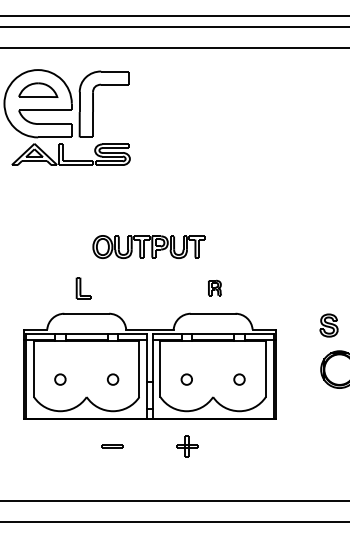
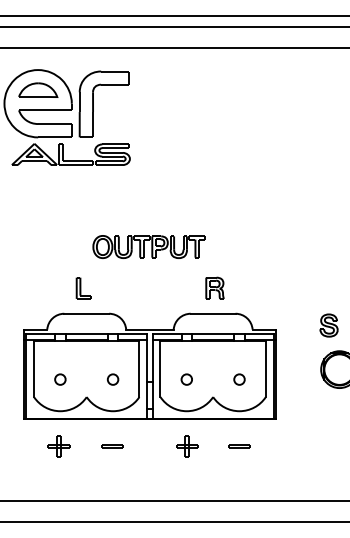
part at (214, 287) size: 14x18 px -> 20x24 px
line at (239, 445): none -> present
part at (58, 446): none -> present
